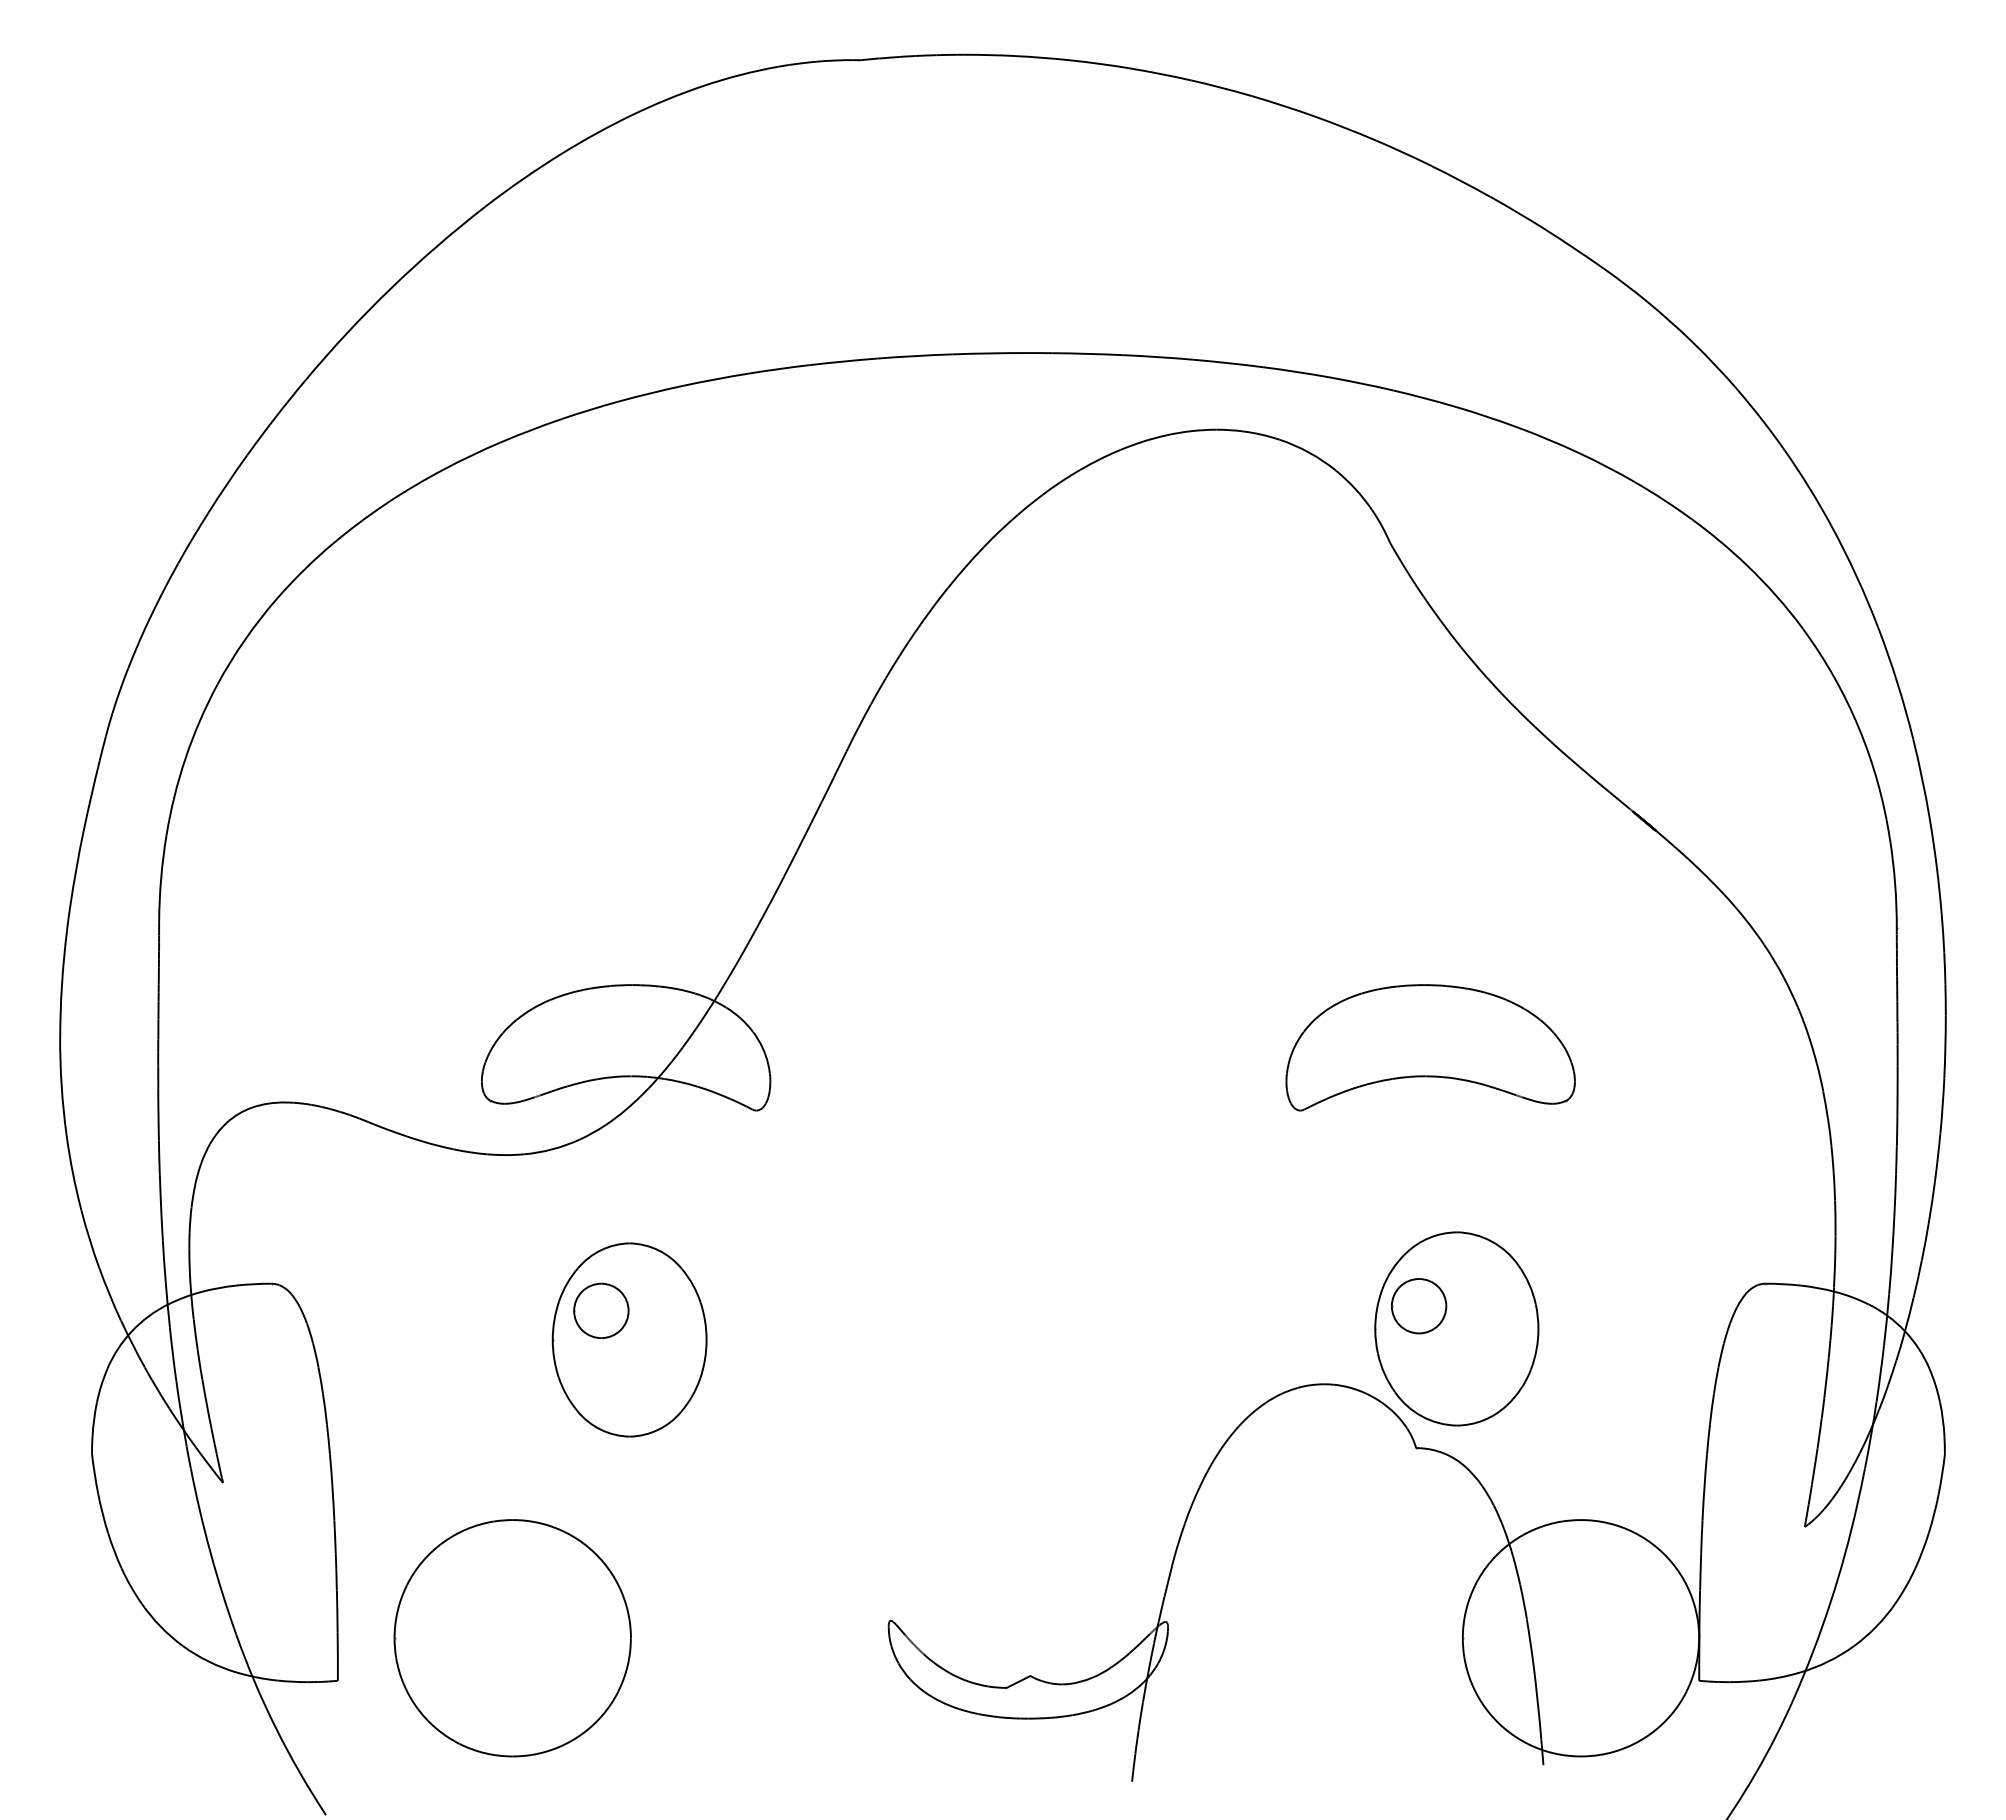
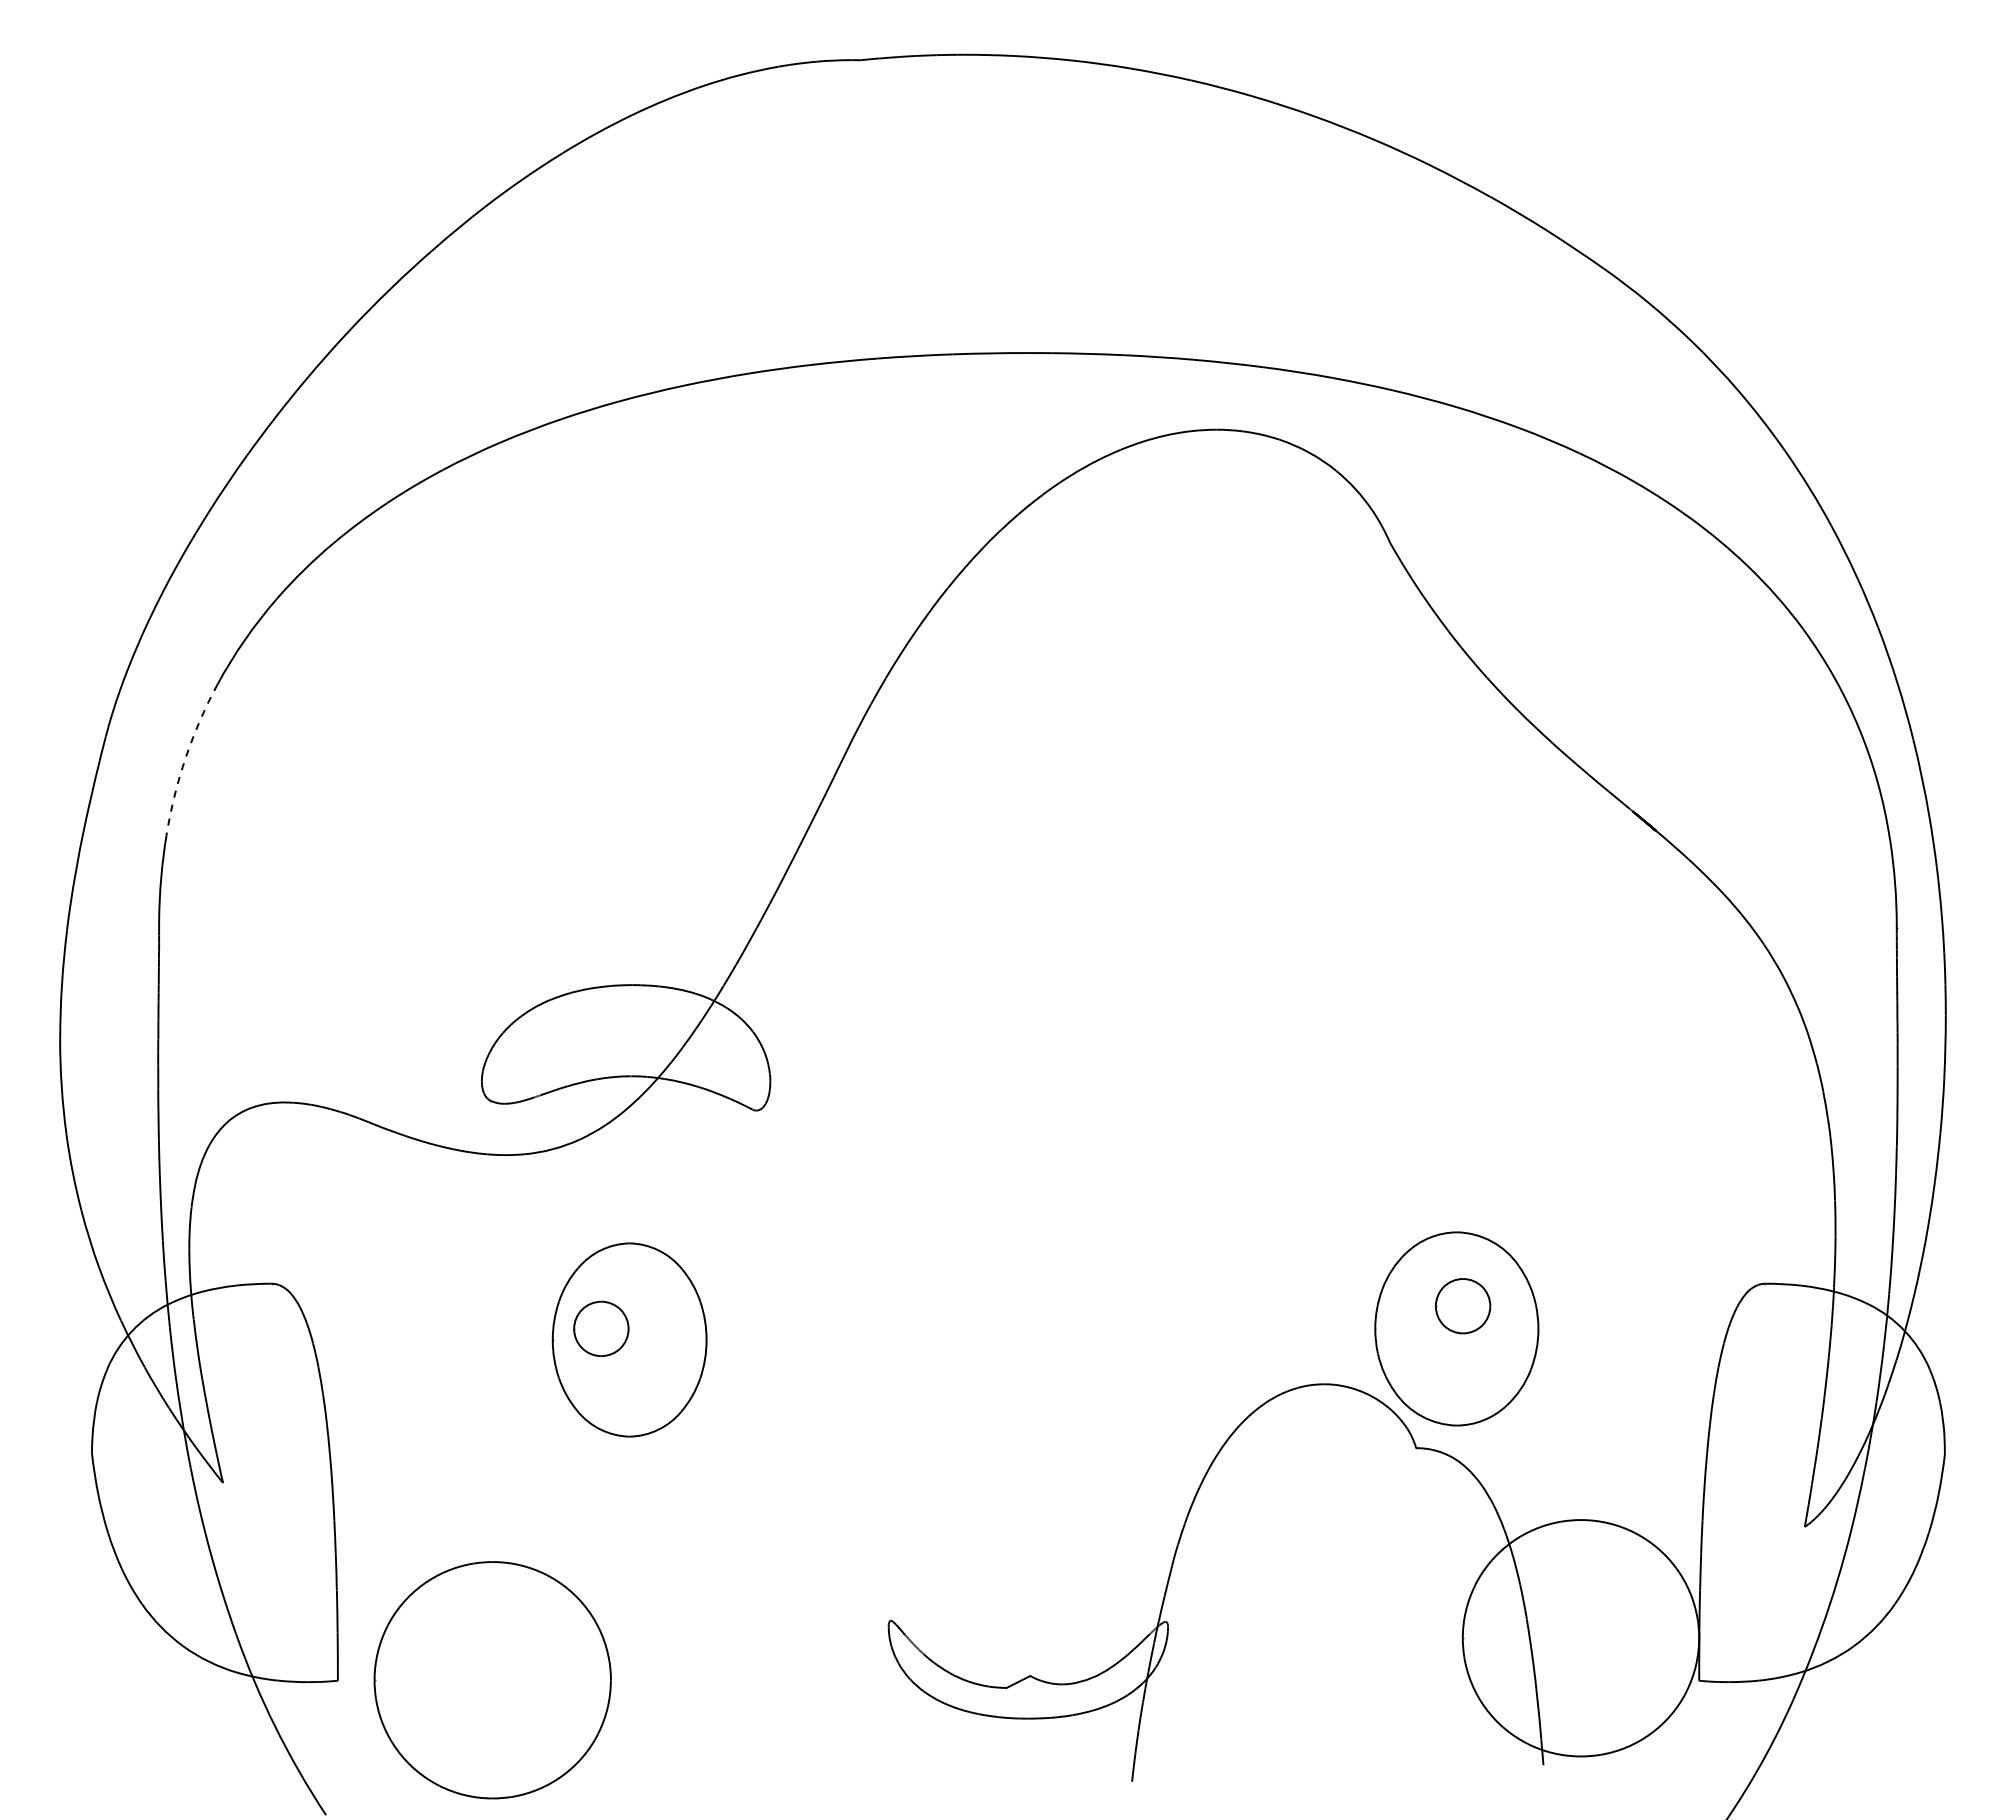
arc at (185, 757): solid -> dashed
part at (1430, 1047): present -> none
part at (1419, 1306) position: (1419, 1306) -> (1463, 1306)
part at (601, 1310) position: (601, 1310) -> (601, 1328)
part at (512, 1638) position: (512, 1638) -> (492, 1680)
